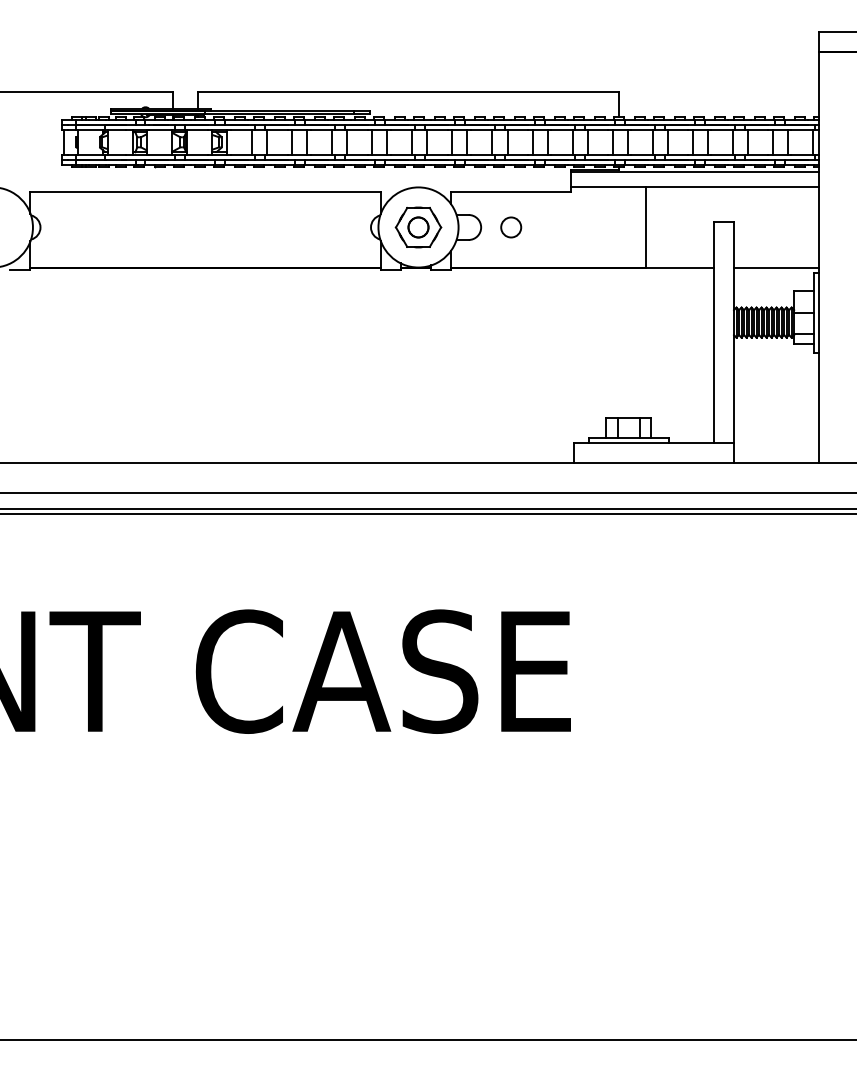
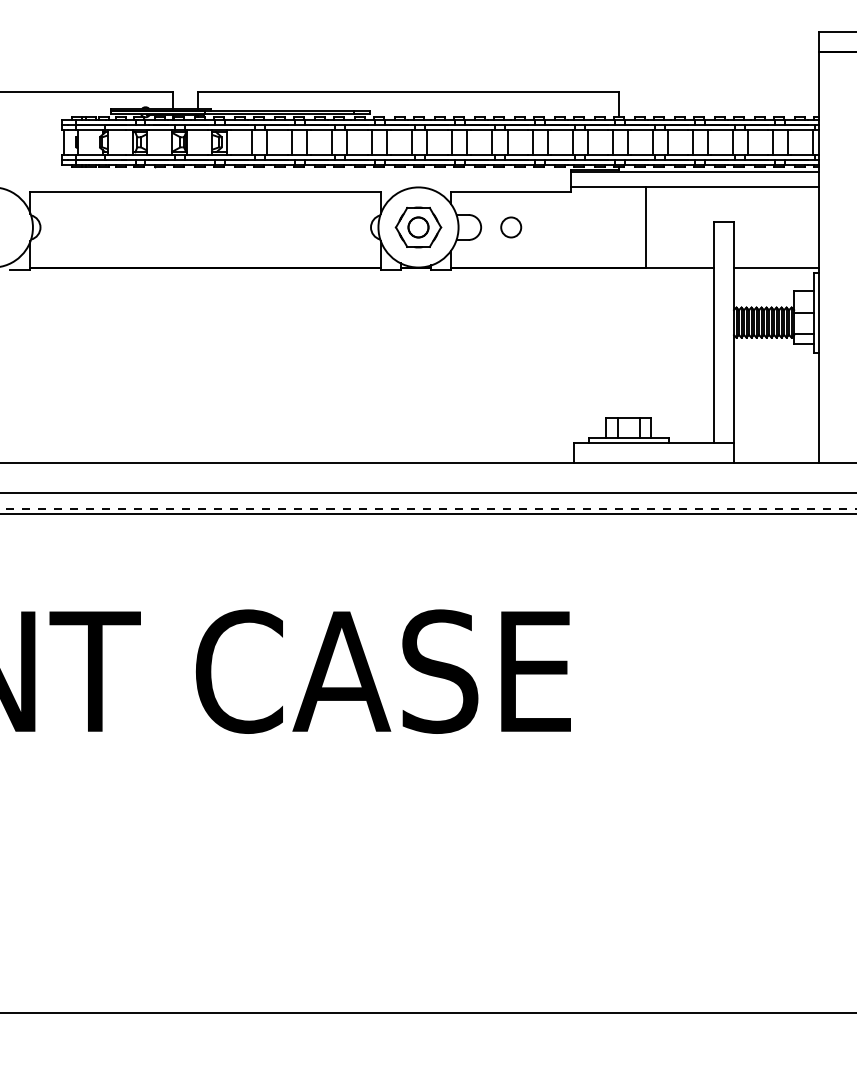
line at (427, 509): solid -> dashed
line at (427, 1039) position: (427, 1039) -> (427, 1012)
